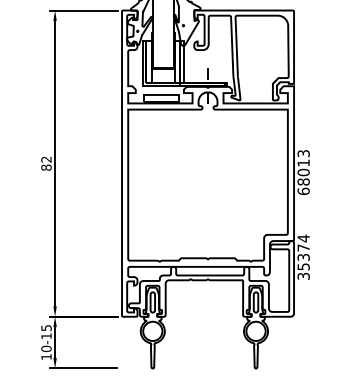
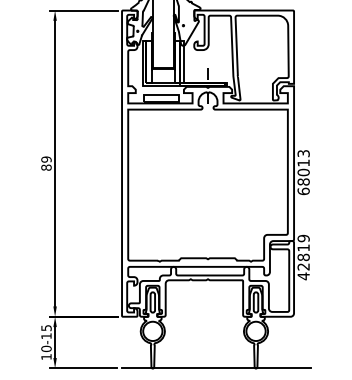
text at (46, 159): 82 -> 89
text at (303, 257): 35374 -> 42819
line at (216, 368): none -> present
